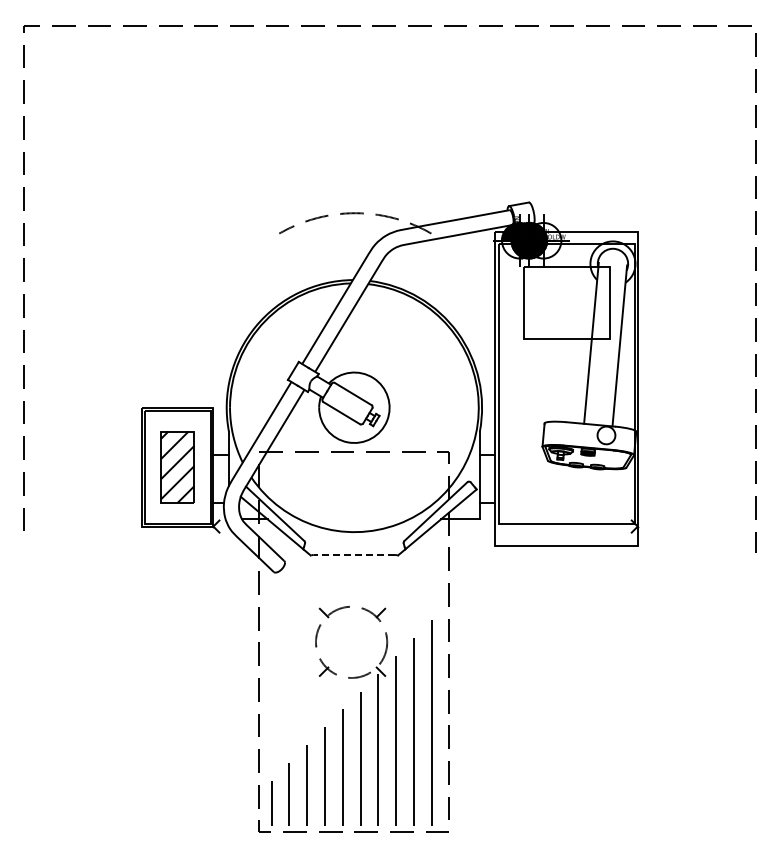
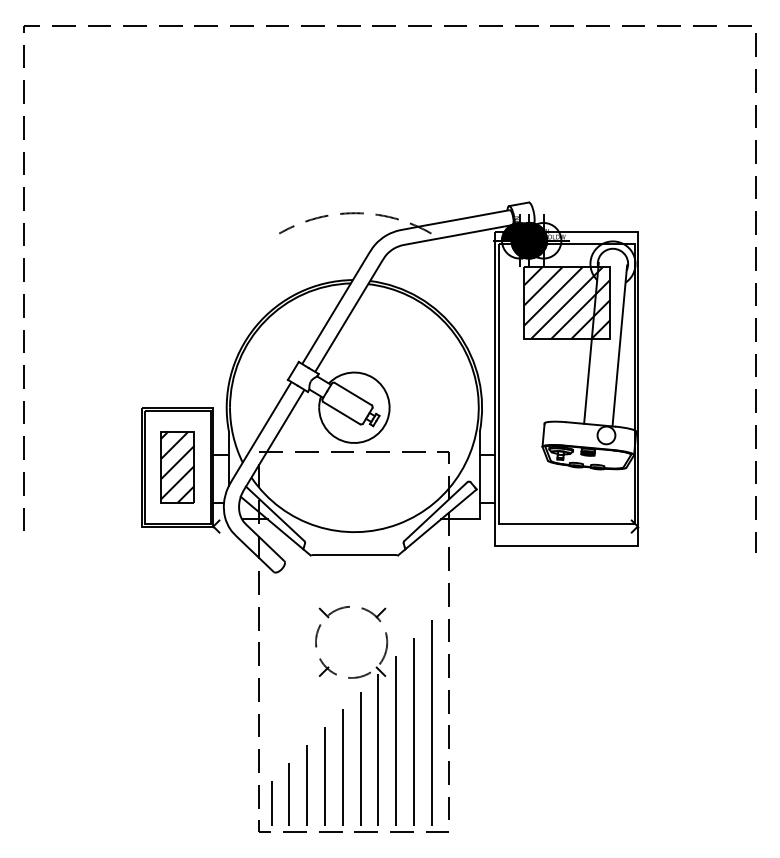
hatch at (566, 302): none -> present
line at (354, 554): dashed -> solid
